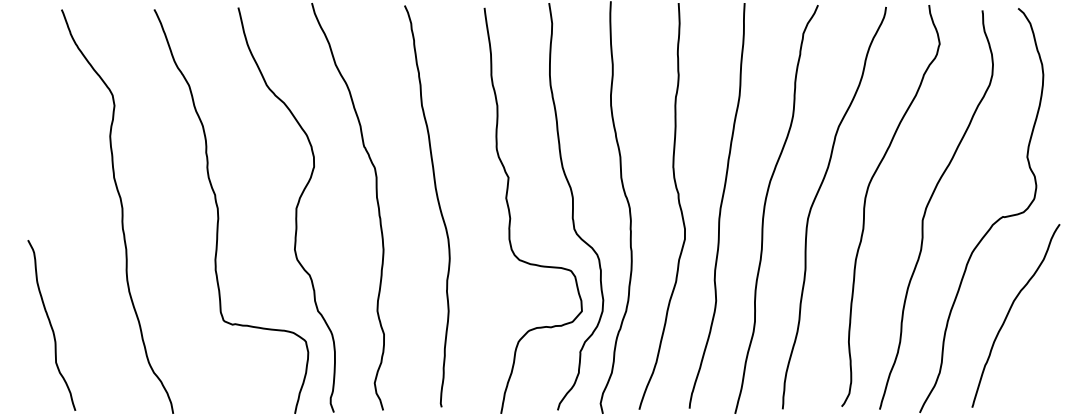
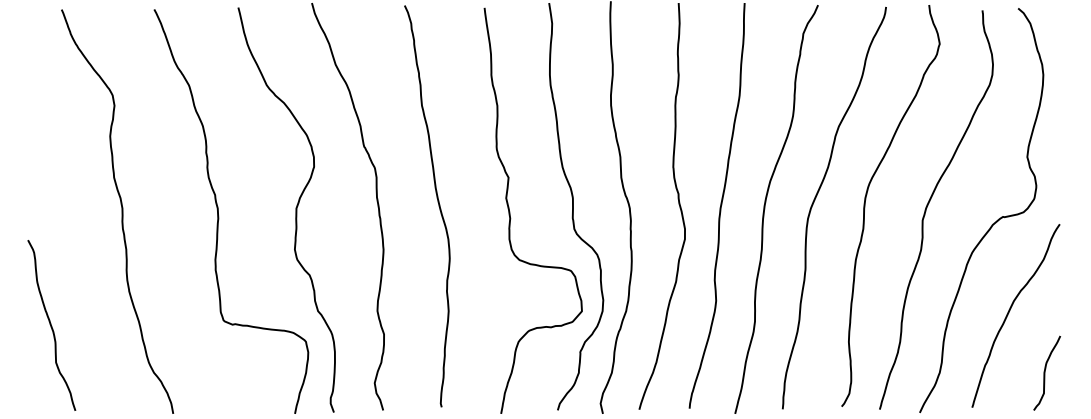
curve at (1045, 372): none -> present
